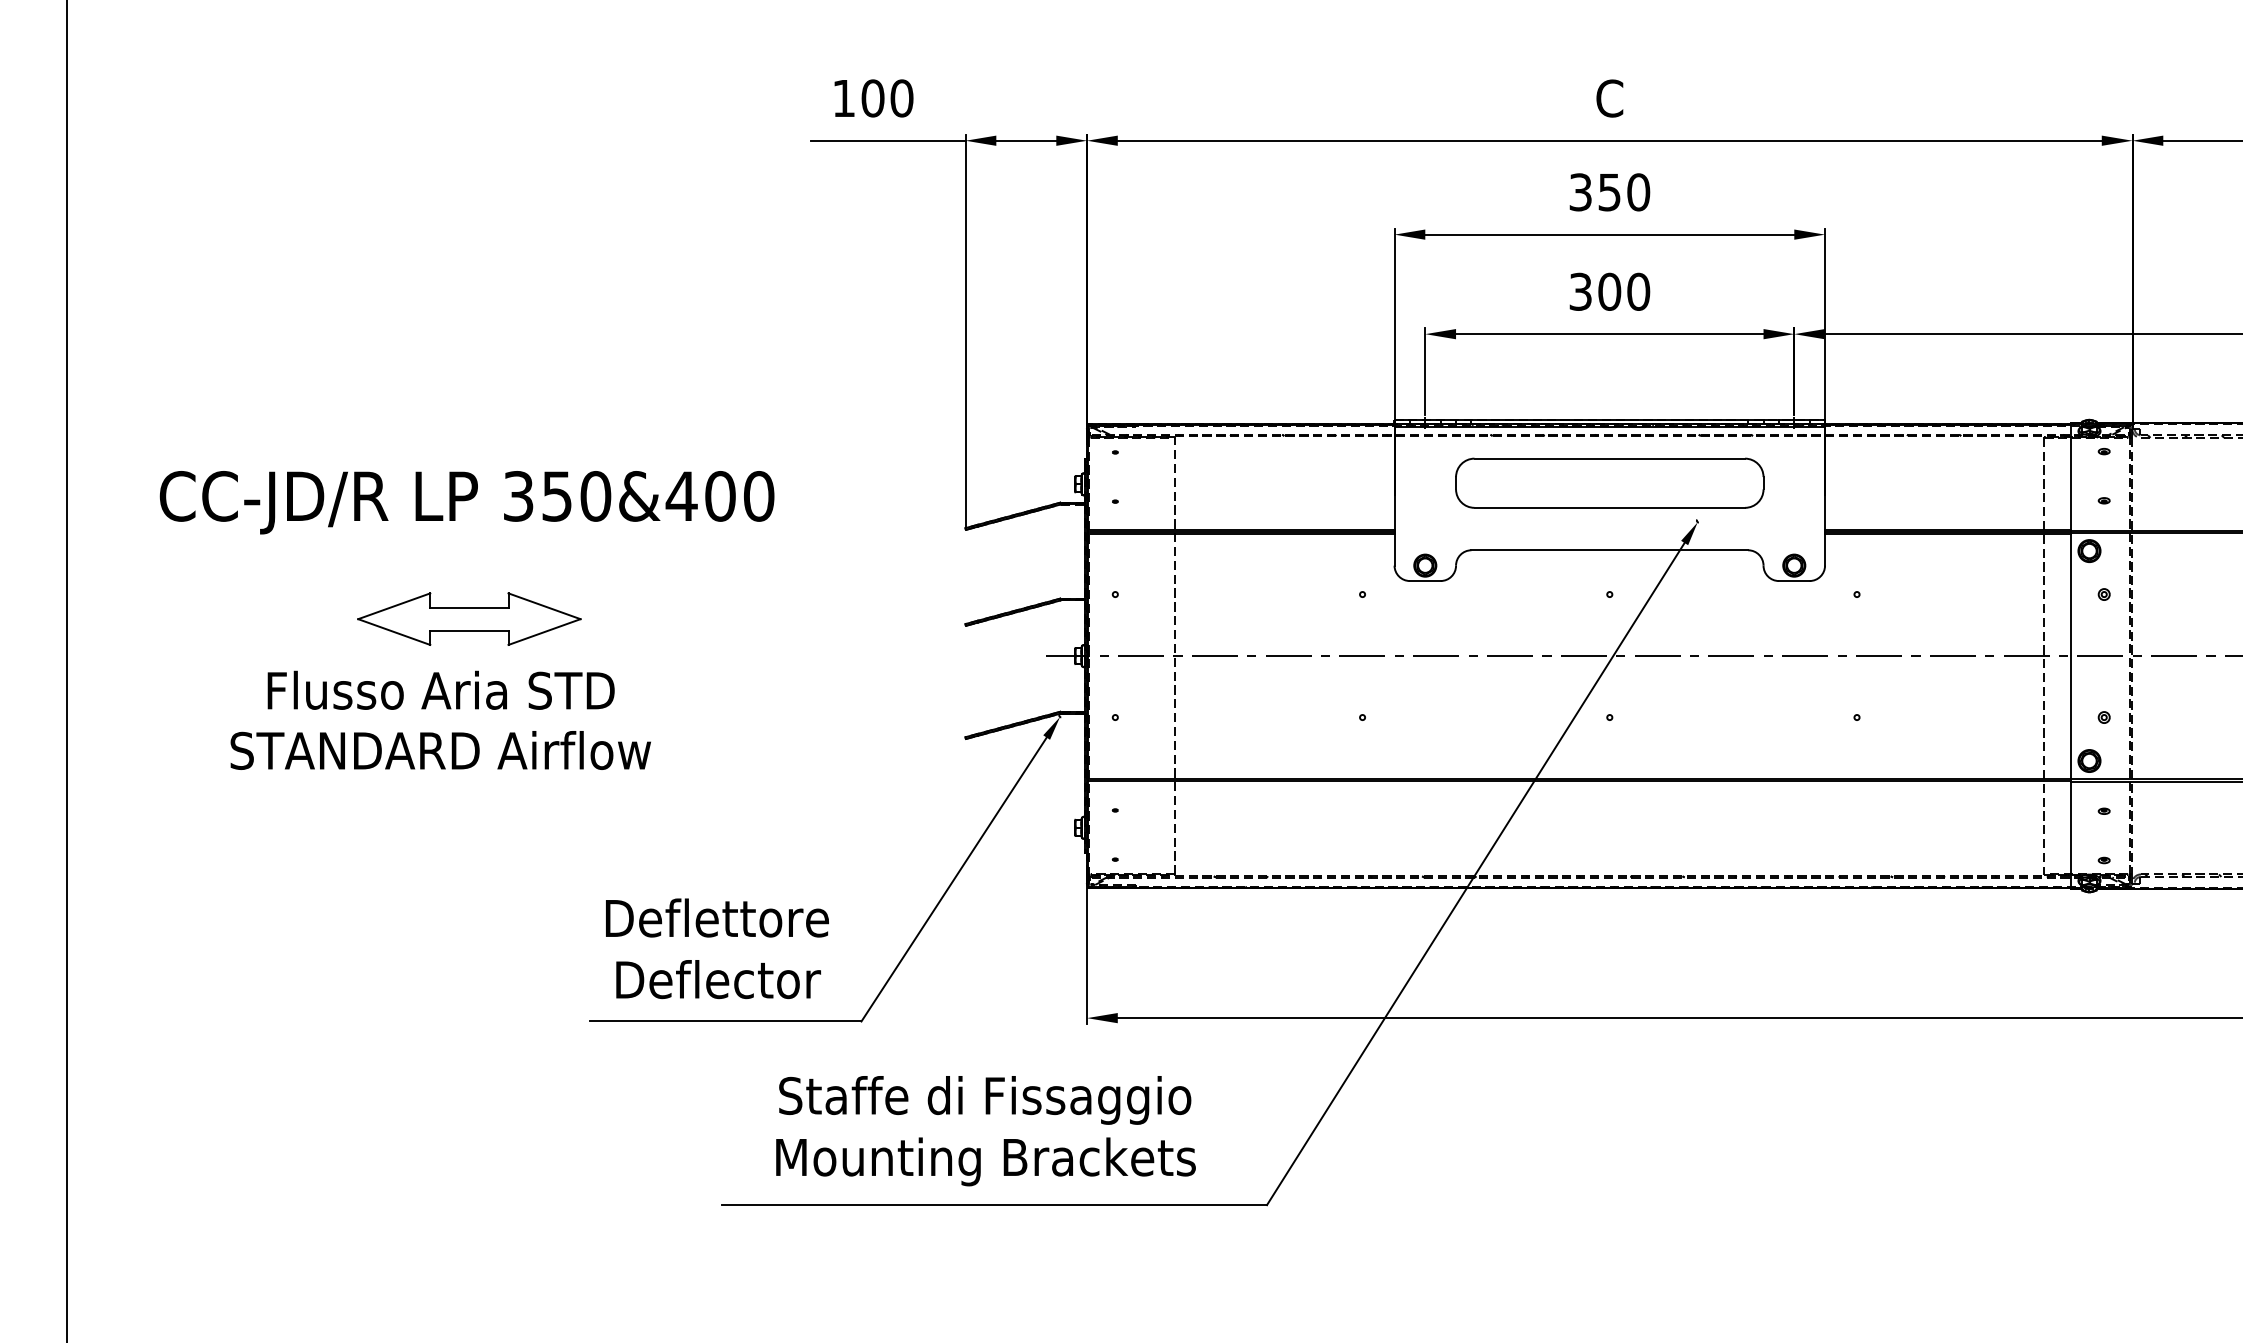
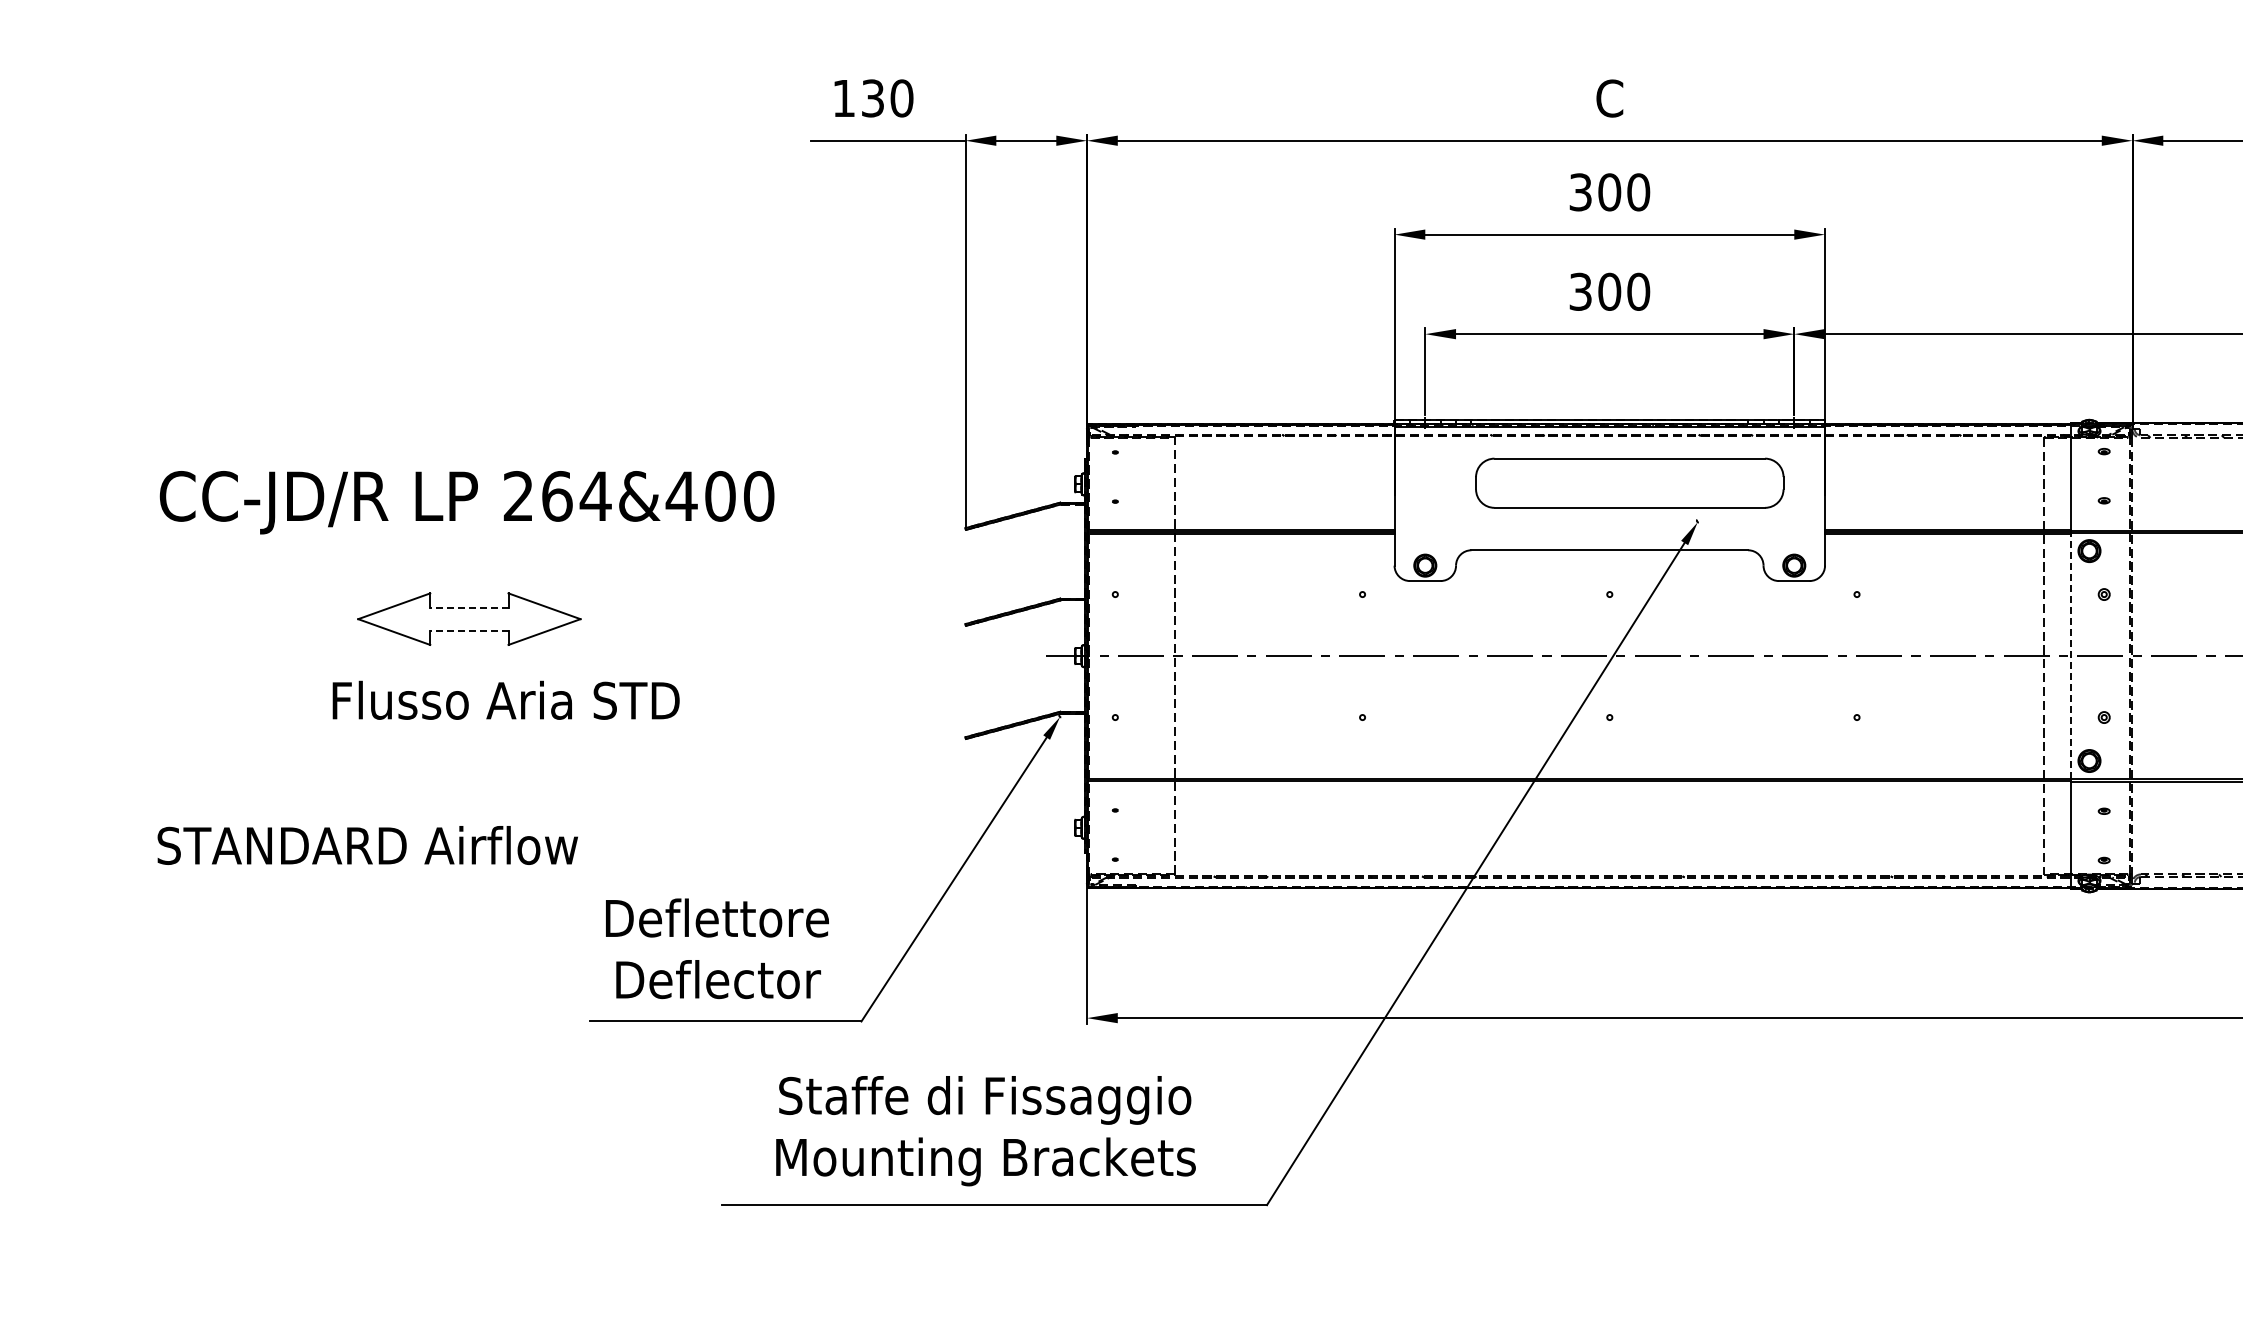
text at (872, 98): 100 -> 130
text at (1609, 192): 350 -> 300
part at (1609, 482) position: (1609, 482) -> (1629, 482)
text at (557, 496): 350&400 -> 264&400
line at (468, 607): solid -> dashed
line at (468, 630): solid -> dashed
line at (2071, 655): solid -> dashed
line at (67, 670): present -> none
text at (440, 689) position: (440, 689) -> (505, 699)
text at (440, 750) position: (440, 750) -> (367, 845)
